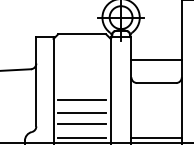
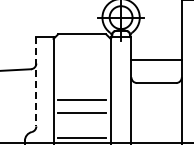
line at (36, 81): solid -> dashed
line at (82, 124): present -> none
line at (156, 137): present -> none
